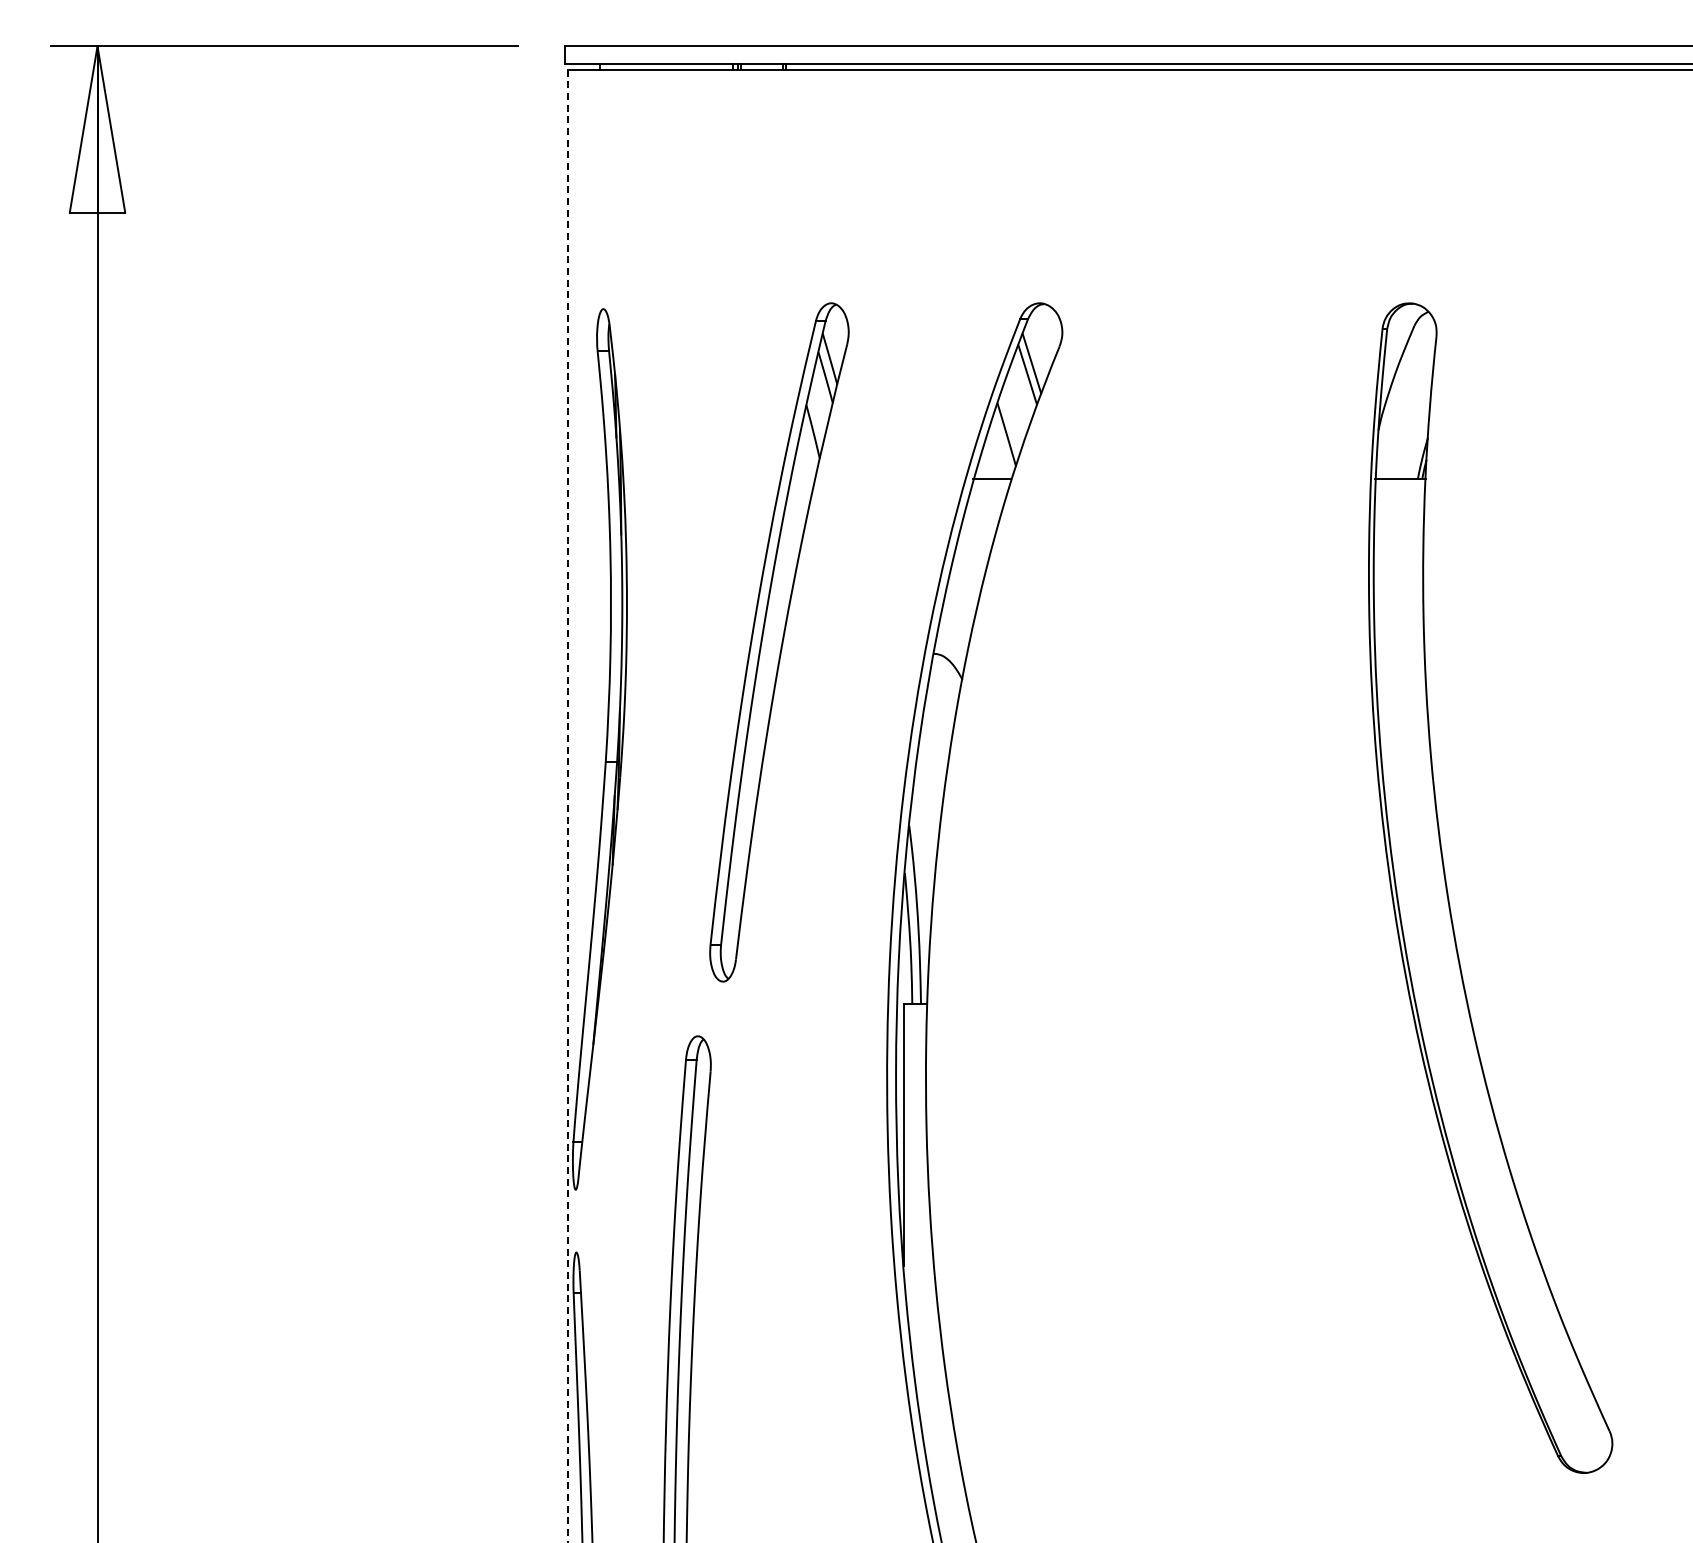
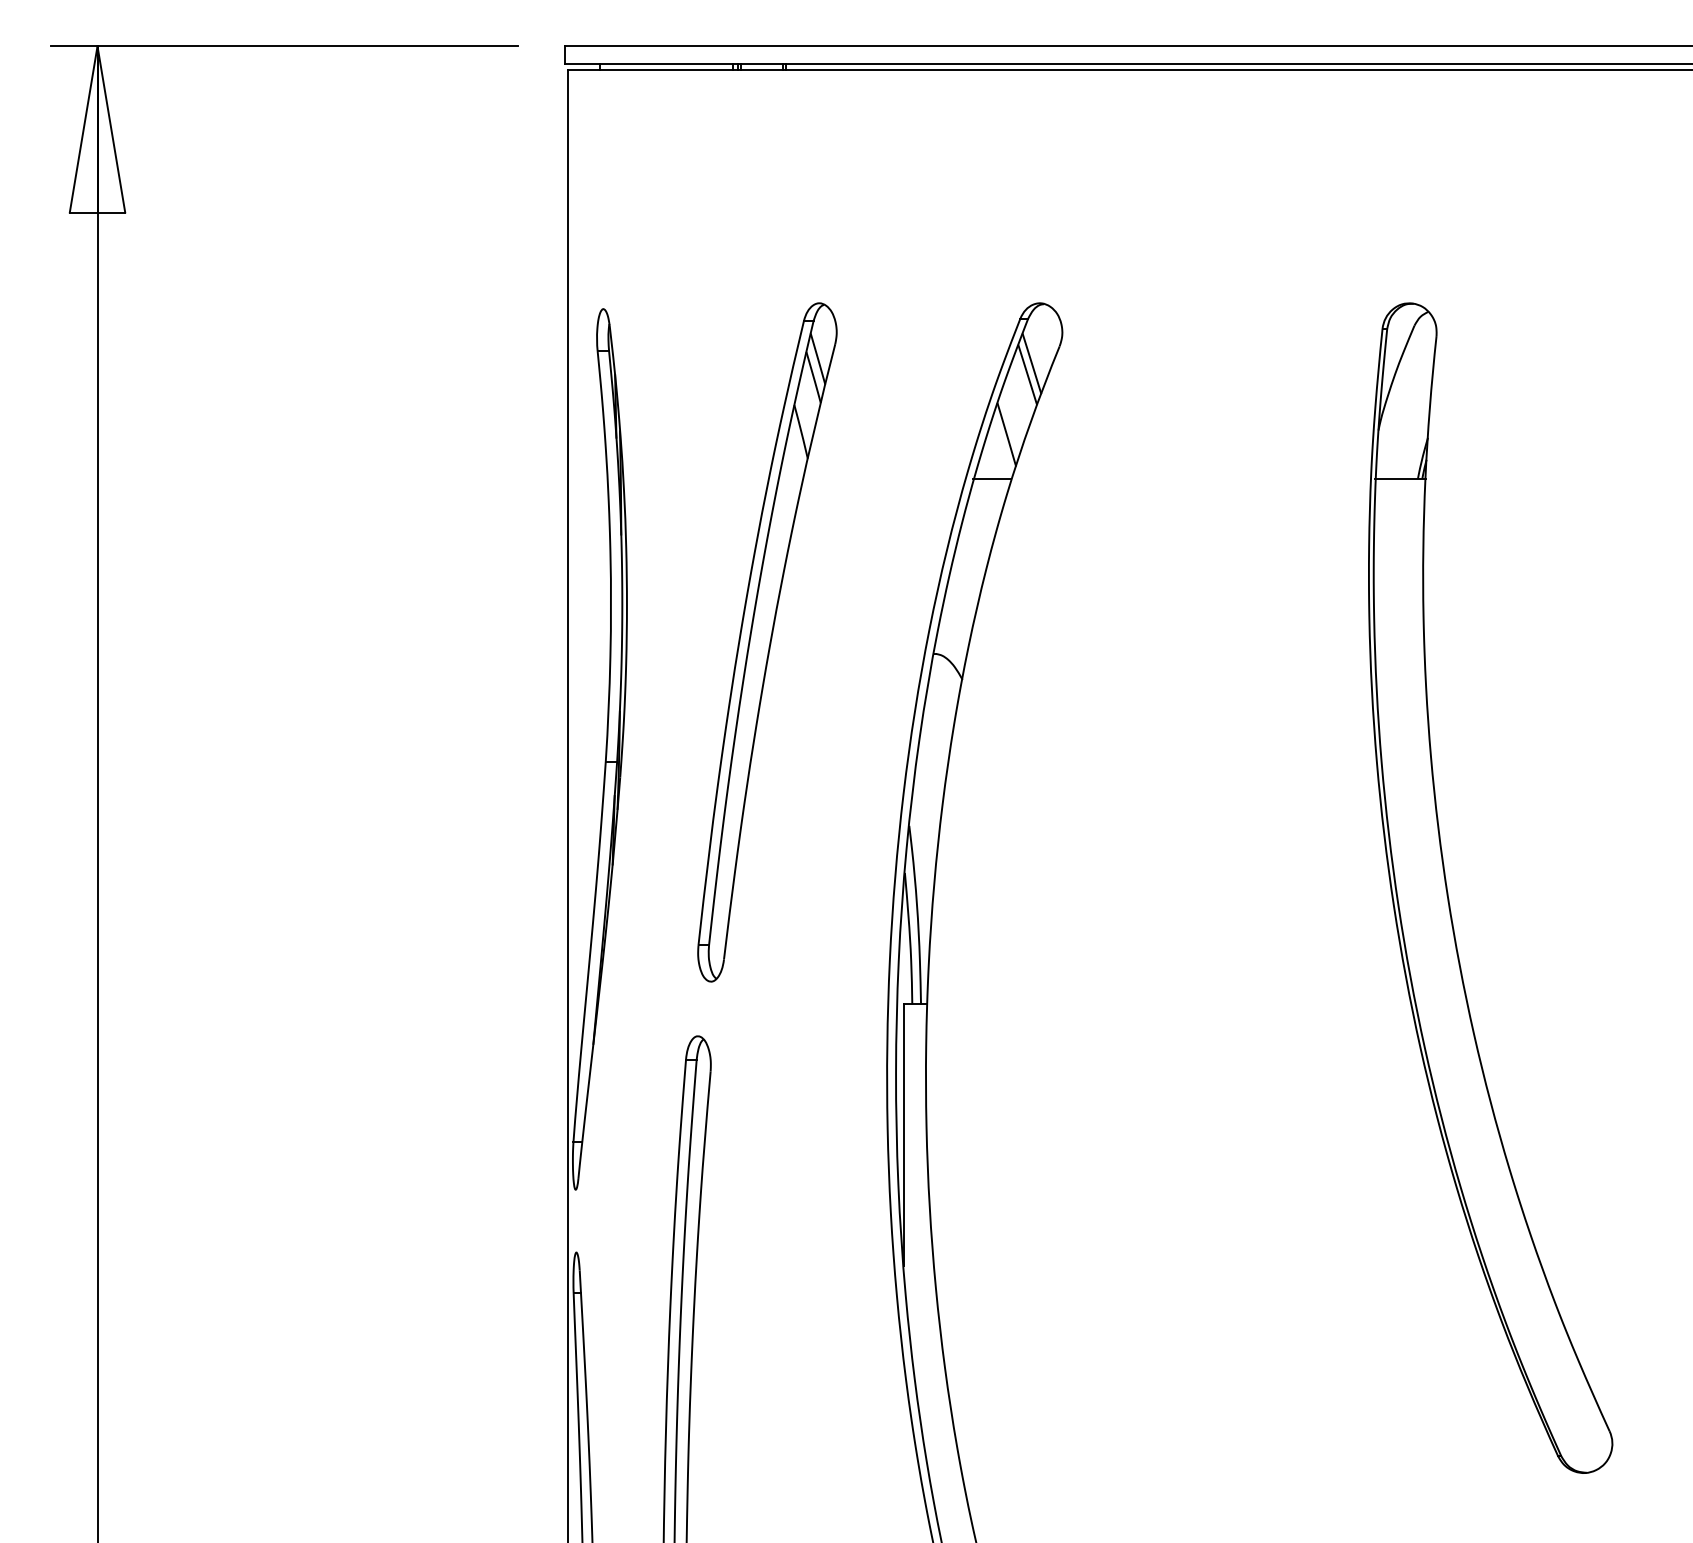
part at (779, 642) position: (779, 642) -> (767, 642)
line at (567, 806): dashed -> solid
